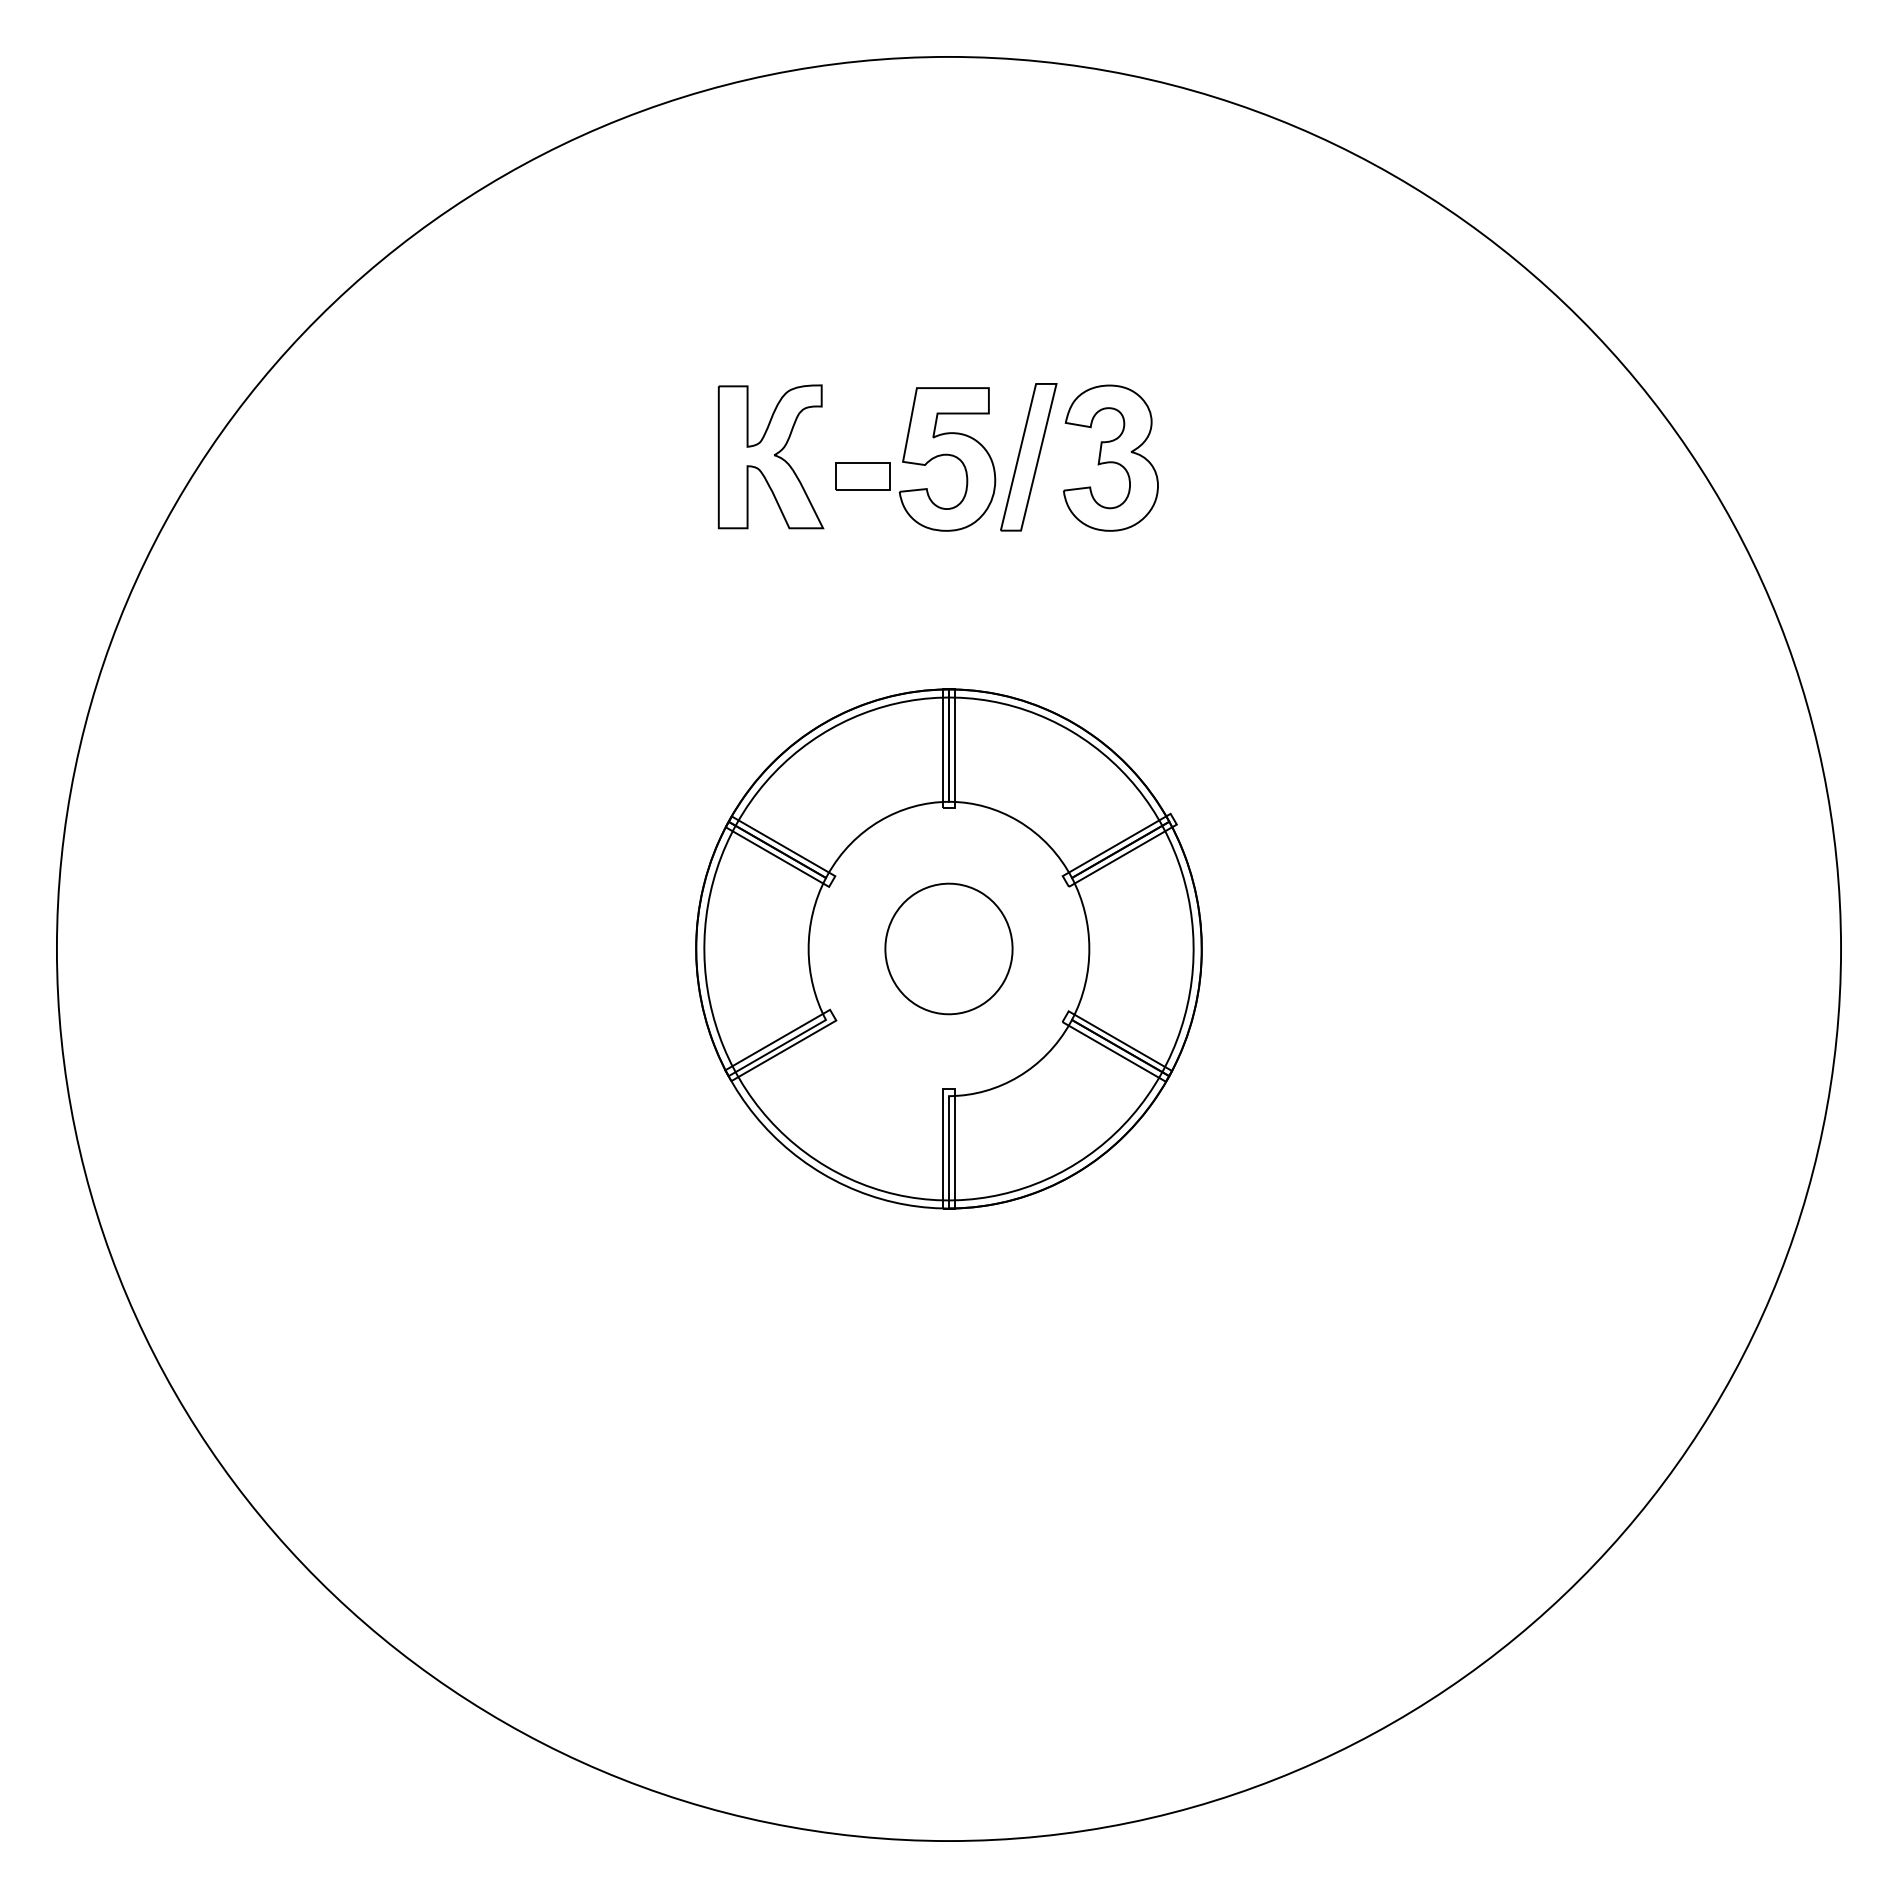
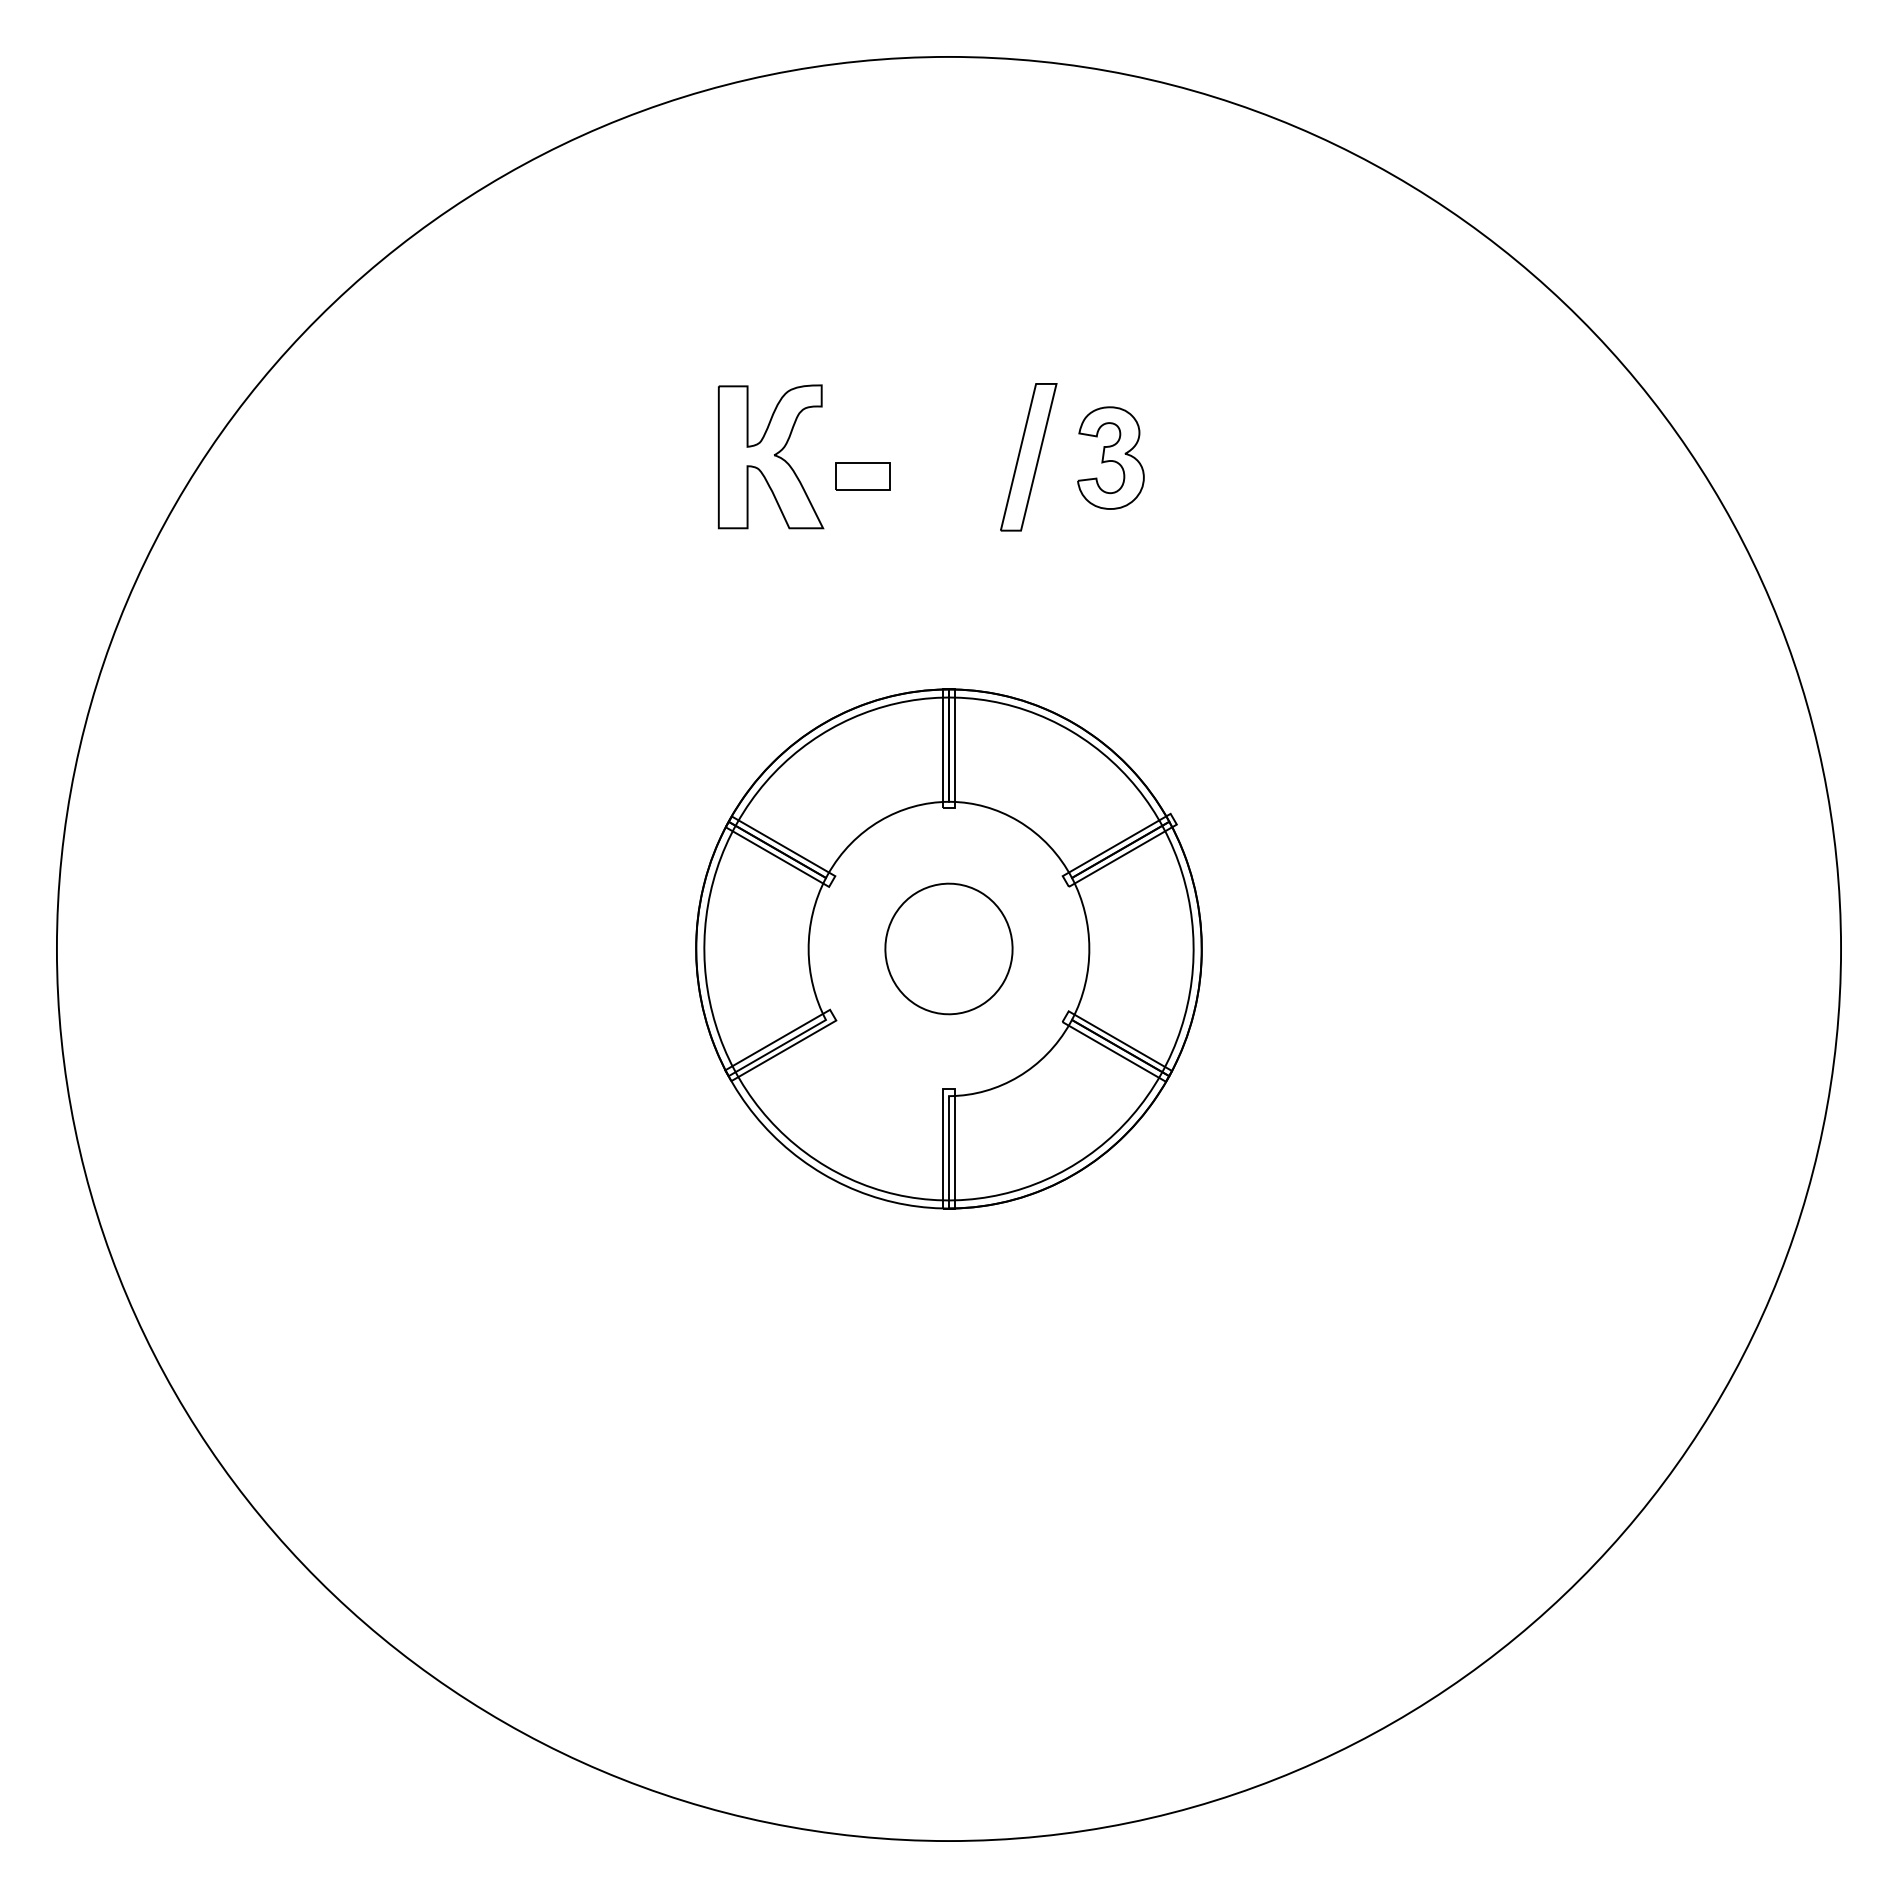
part at (1110, 457) size: 96x148 px -> 68x104 px
part at (947, 459): present -> none
